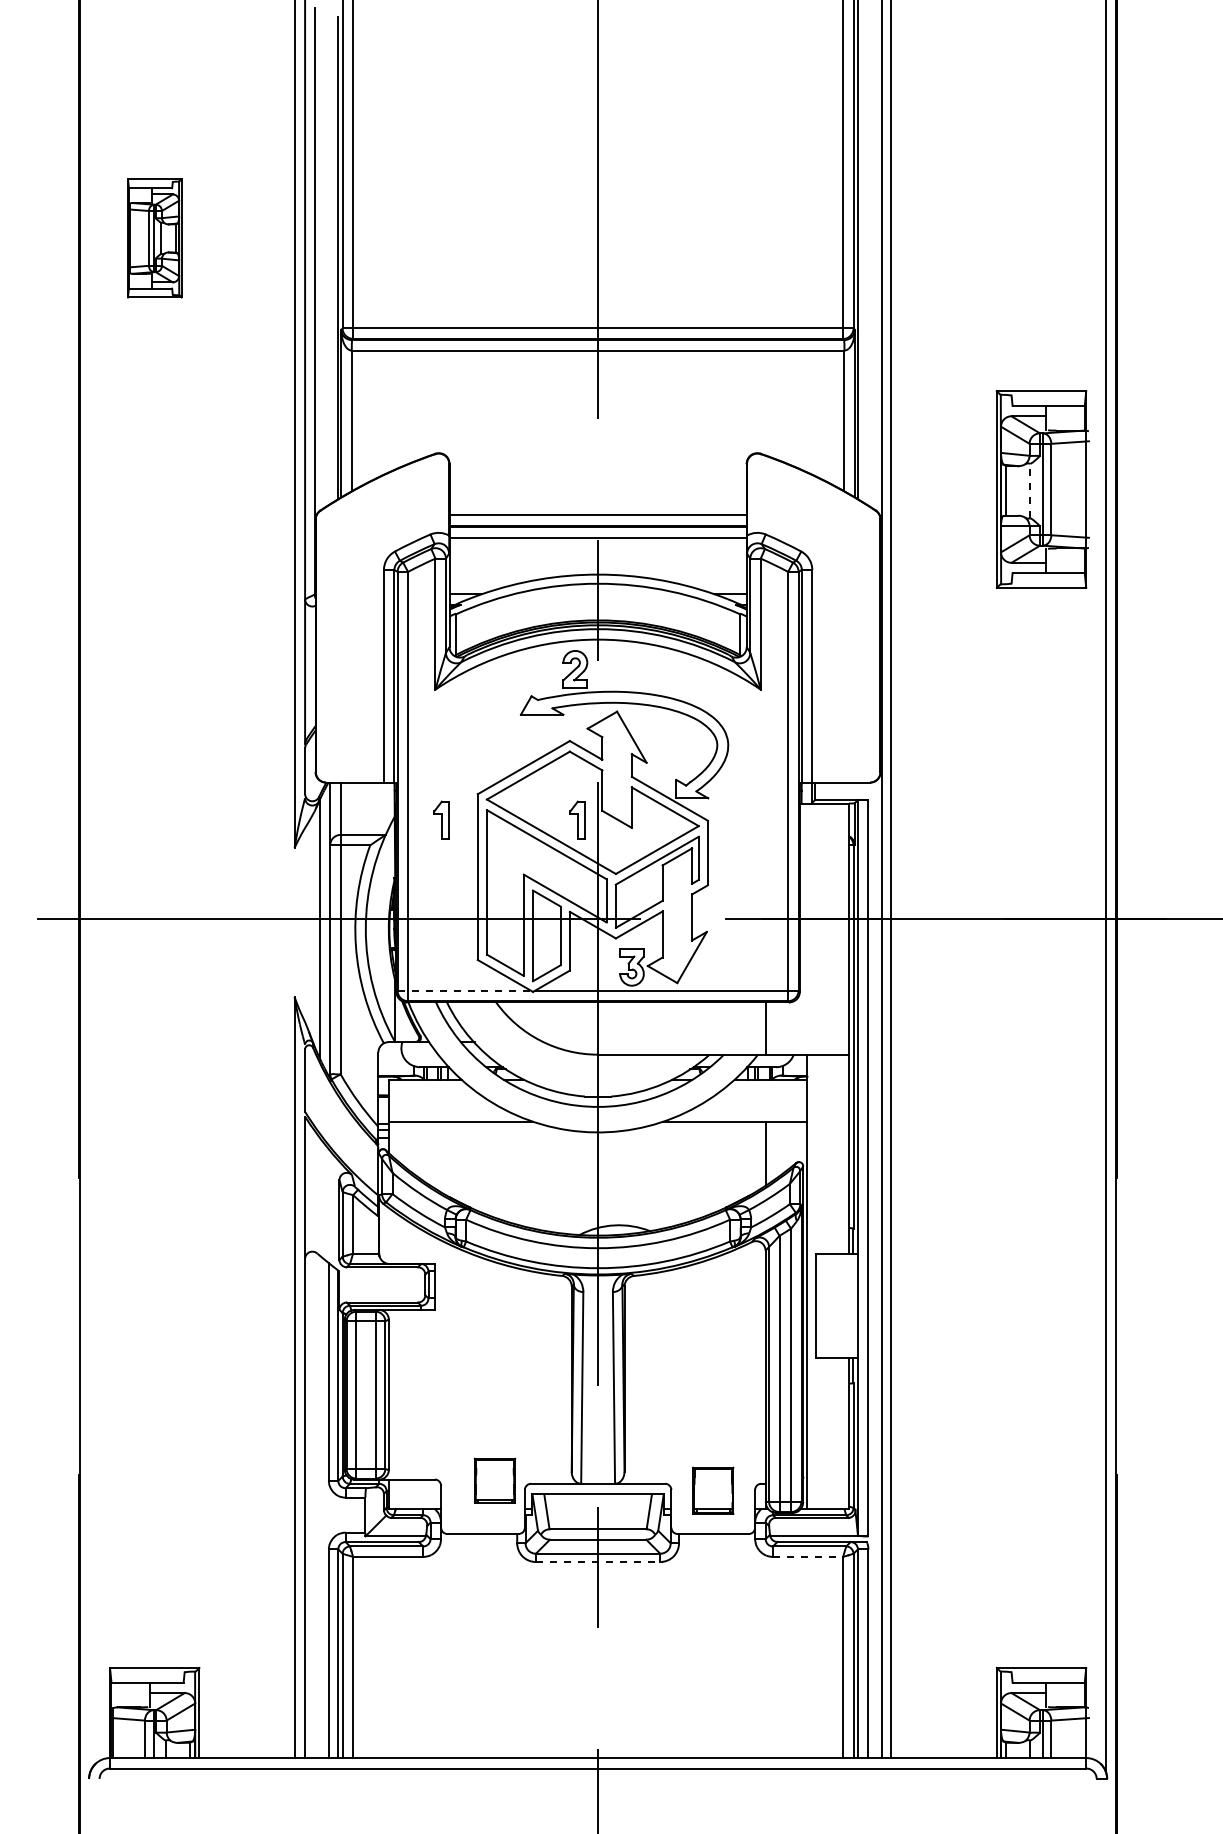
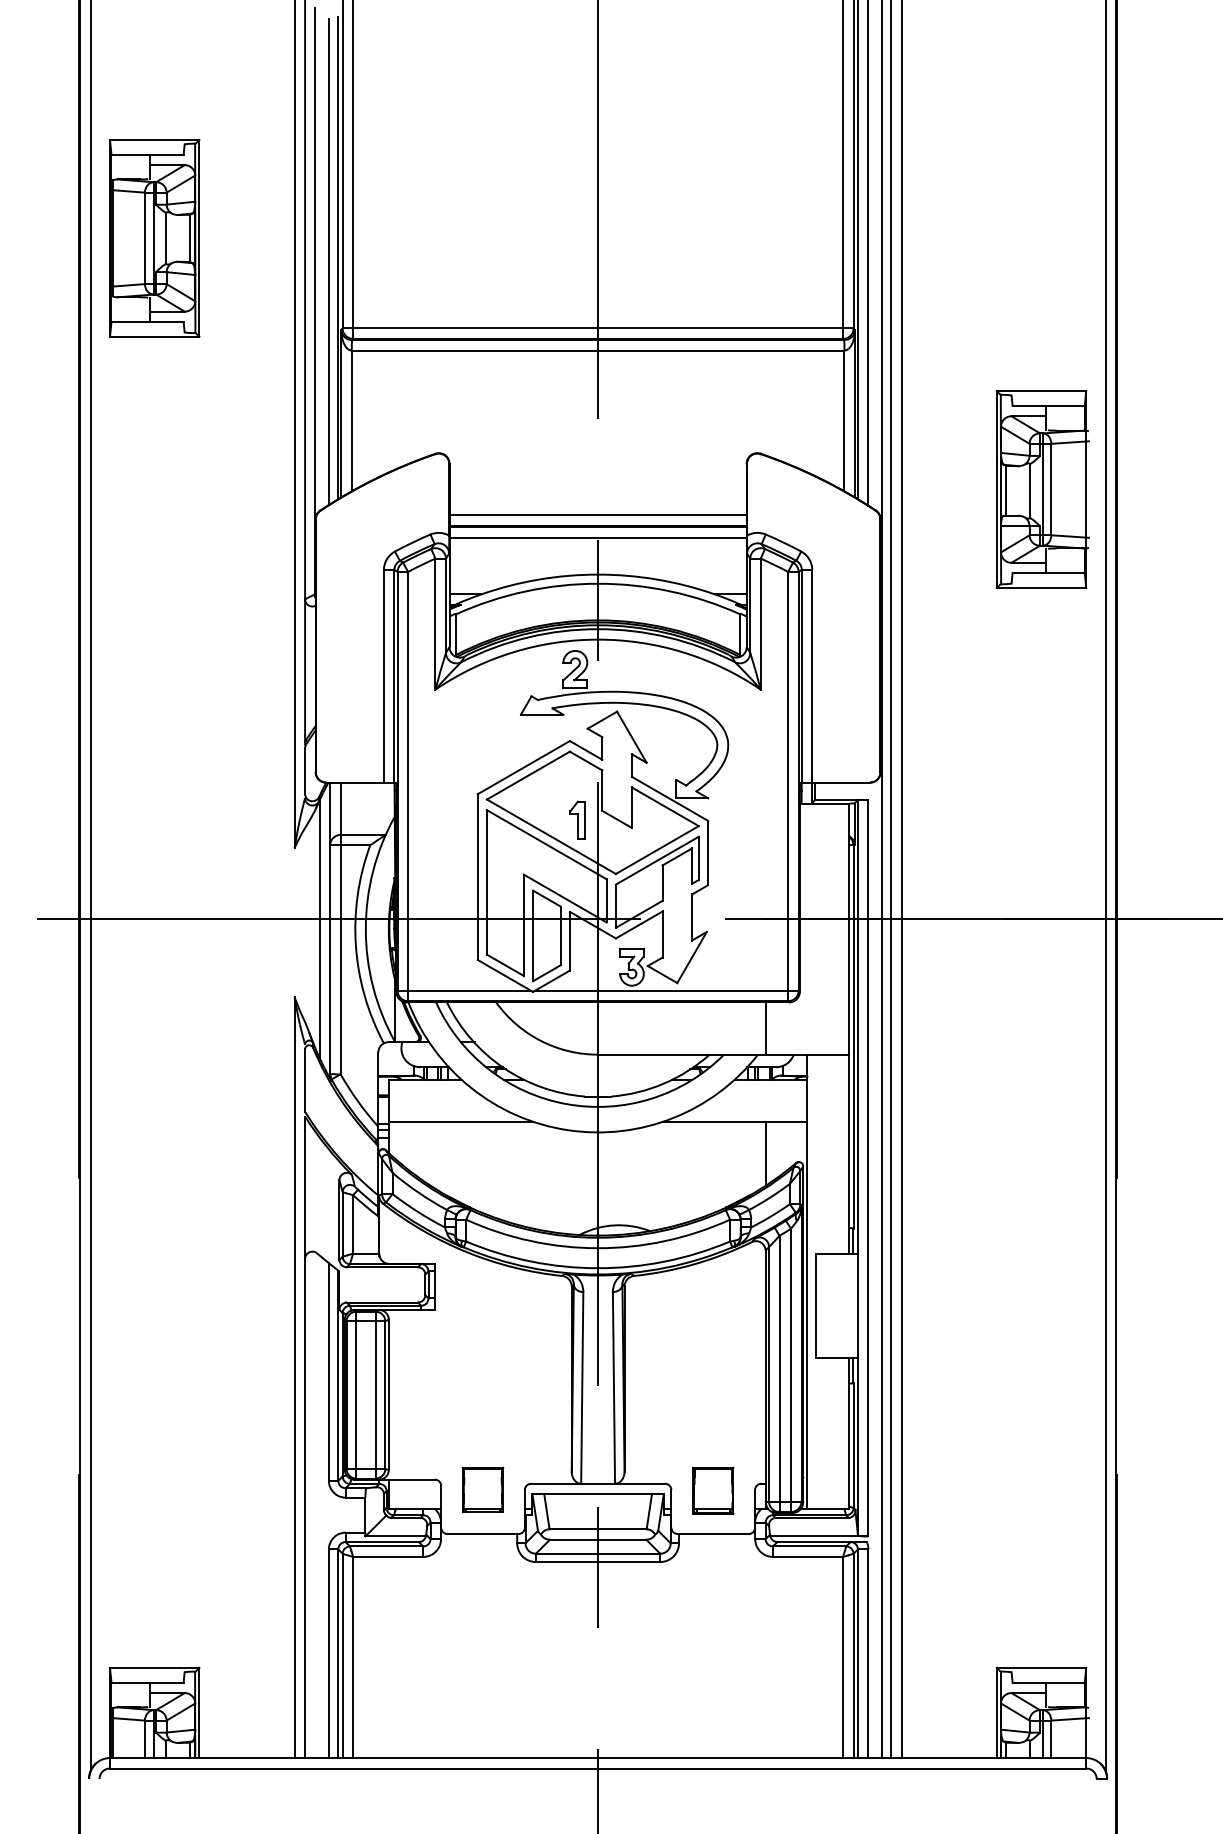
part at (154, 238) size: 56x121 px -> 92x199 px
line at (868, 253): none -> present
line at (328, 262): none -> present
line at (1030, 490): dashed -> solid
part at (441, 819): present -> none
line at (901, 880): none -> present
line at (90, 886): none -> present
line at (464, 990): dashed -> solid
part at (494, 1480) position: (494, 1480) -> (482, 1489)
line at (808, 1556): dashed -> solid
line at (598, 1562): dashed -> solid
